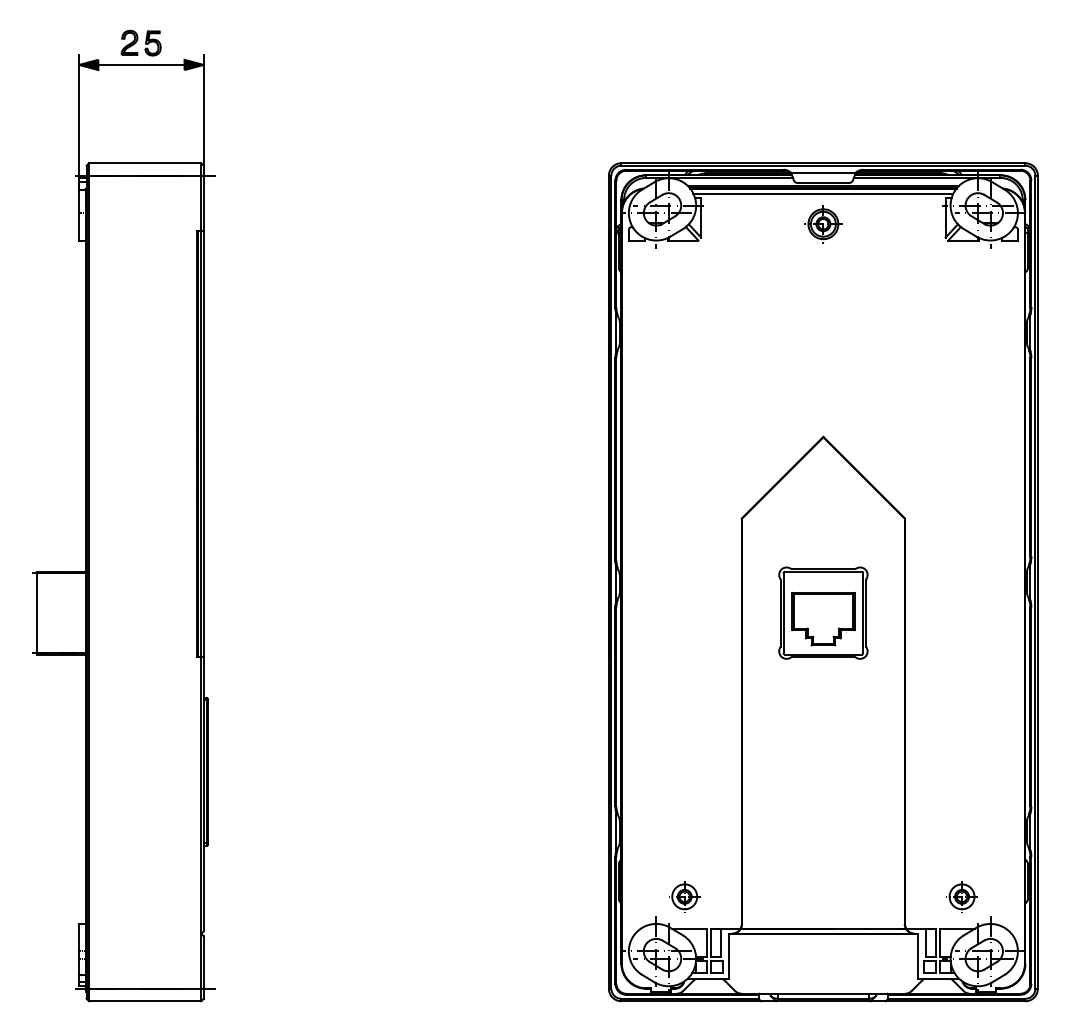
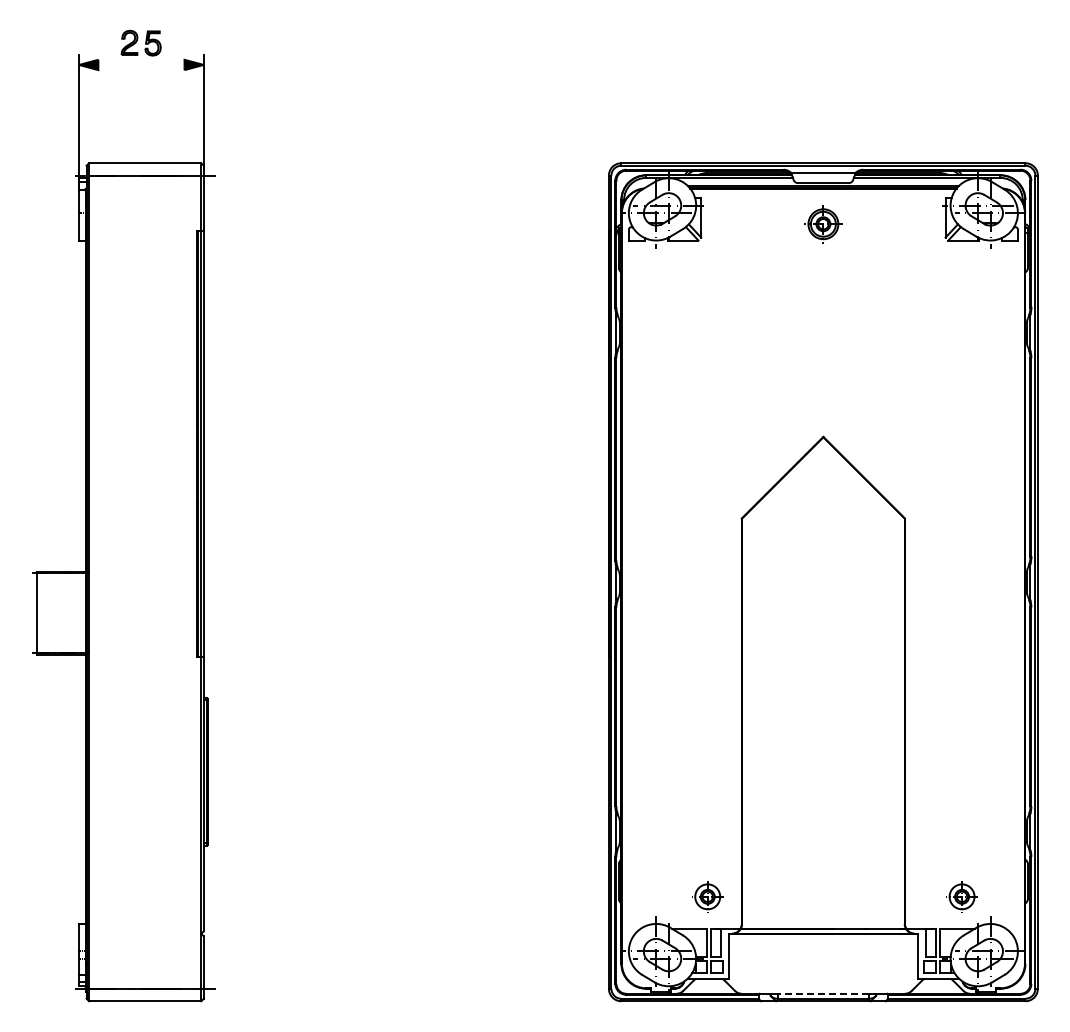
line at (141, 64): present -> none
line at (823, 193): present -> none
part at (823, 612): present -> none
part at (684, 896) position: (684, 896) -> (707, 896)
line at (823, 993): solid -> dashed
